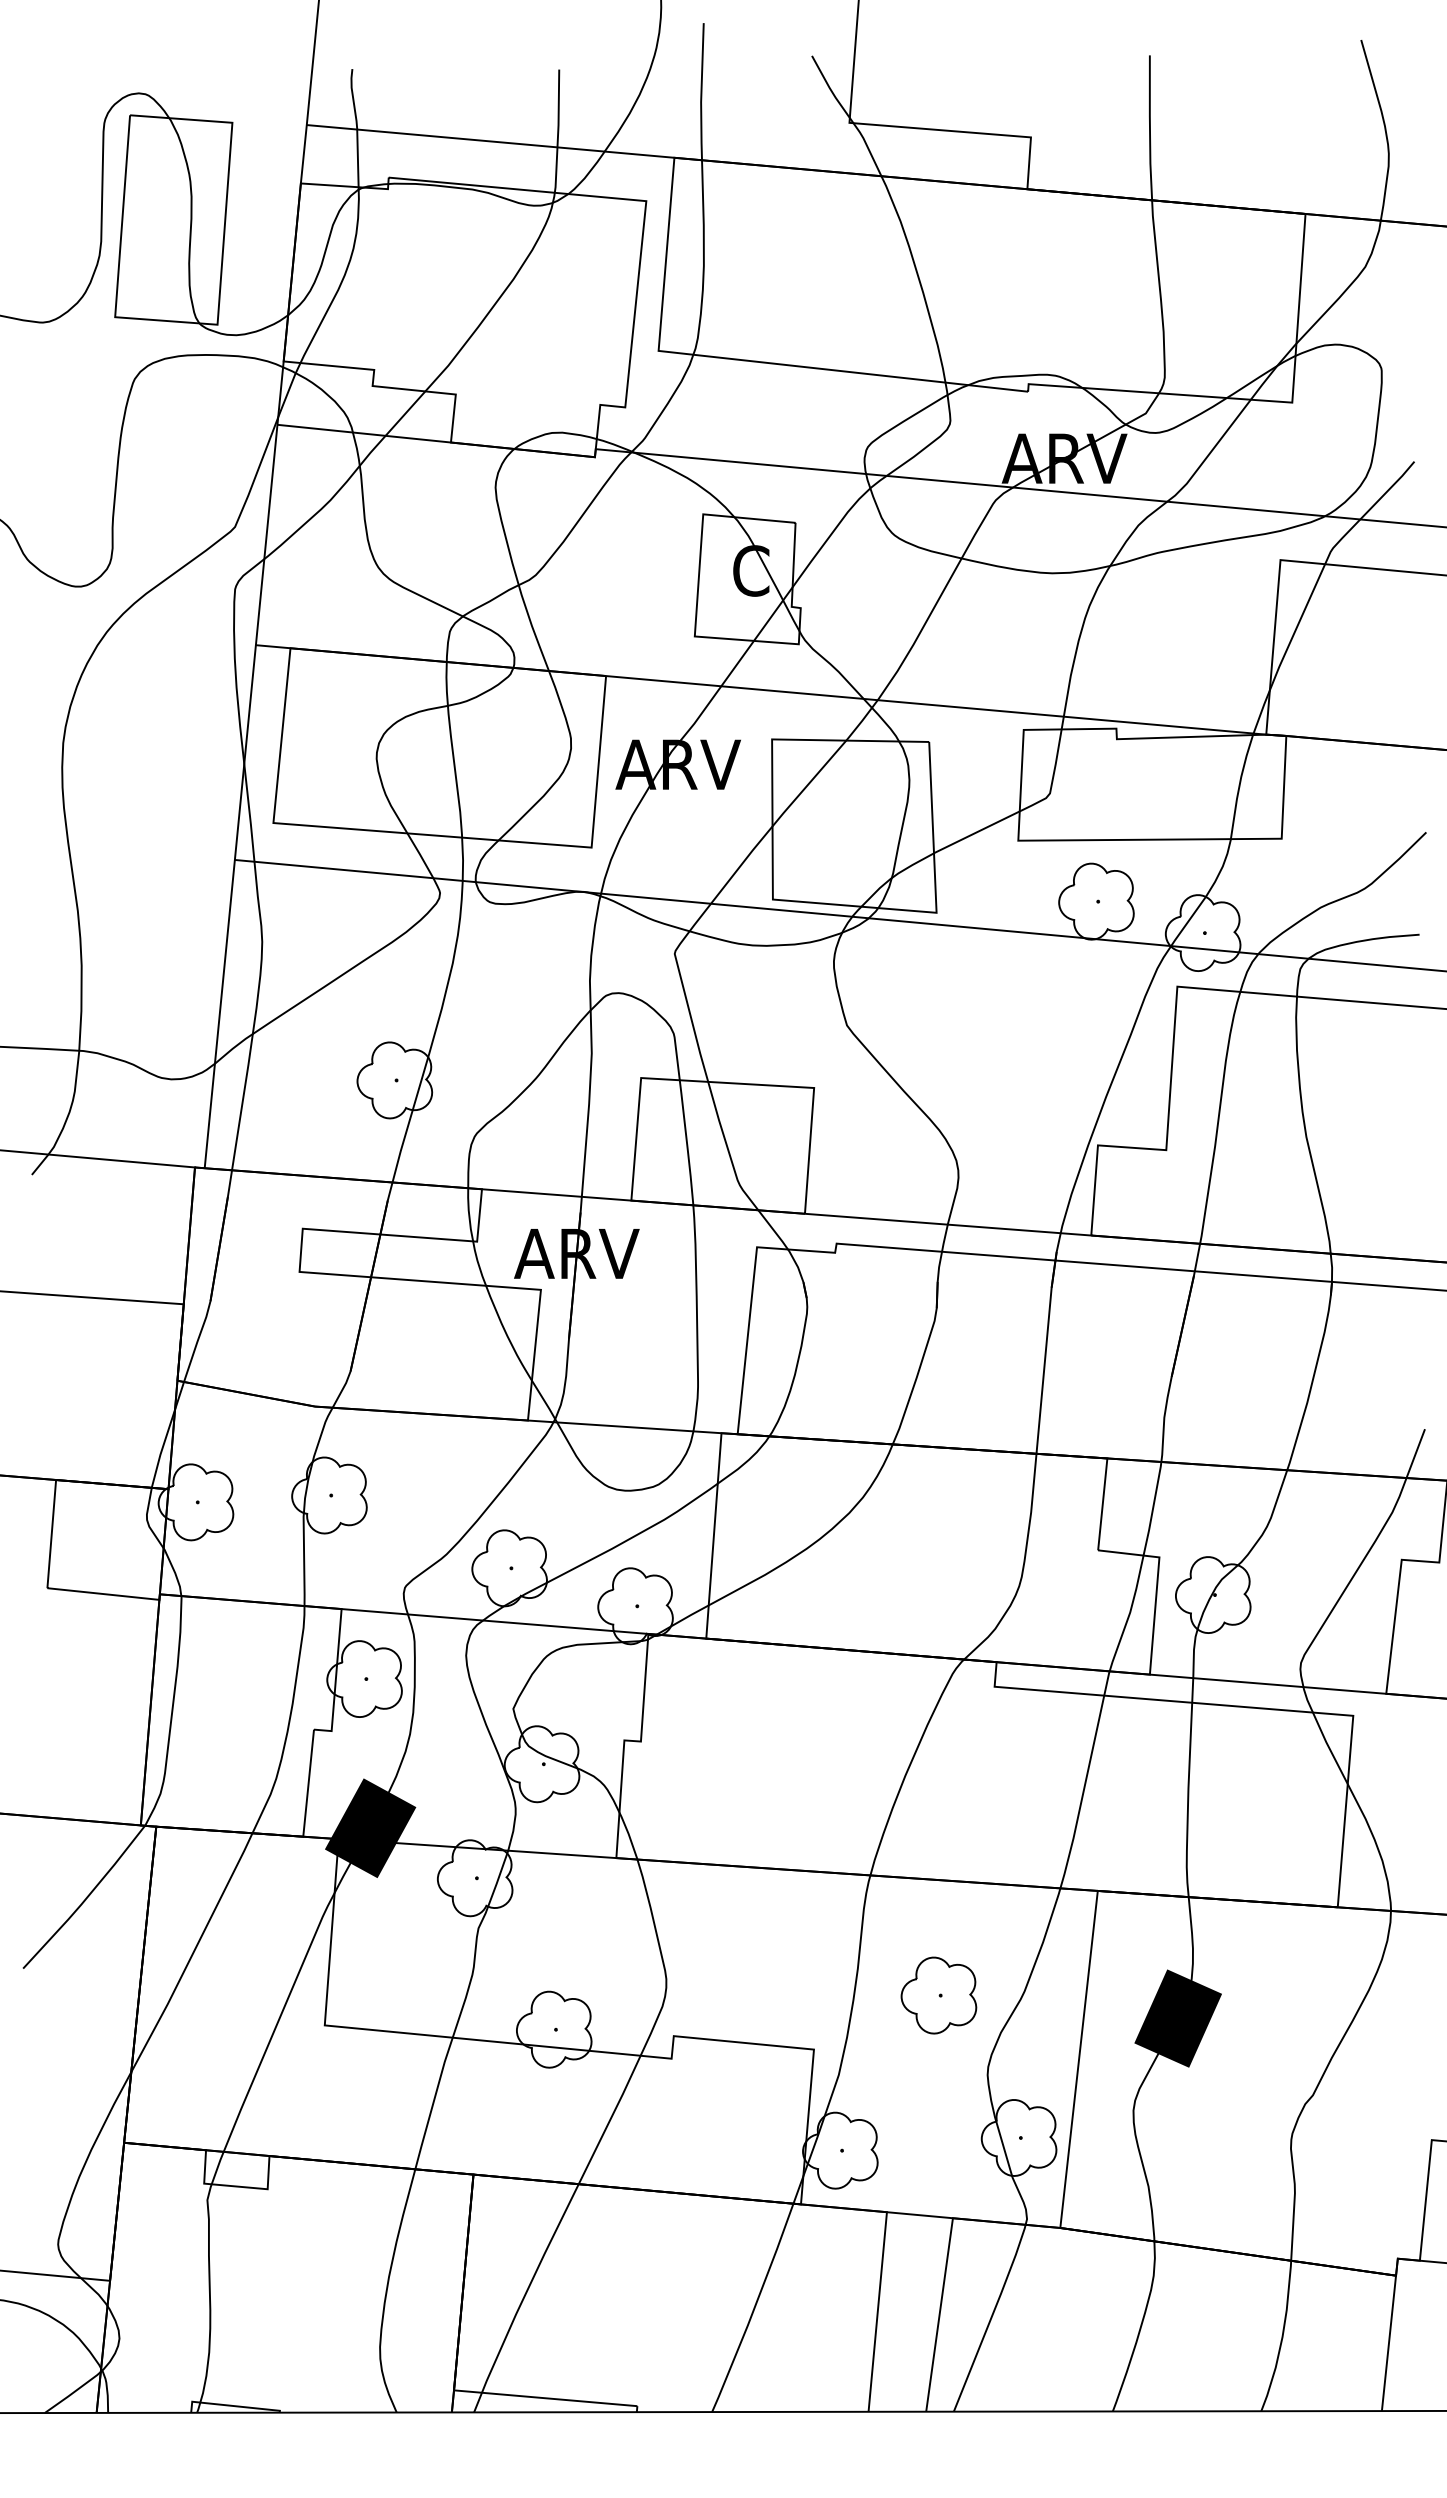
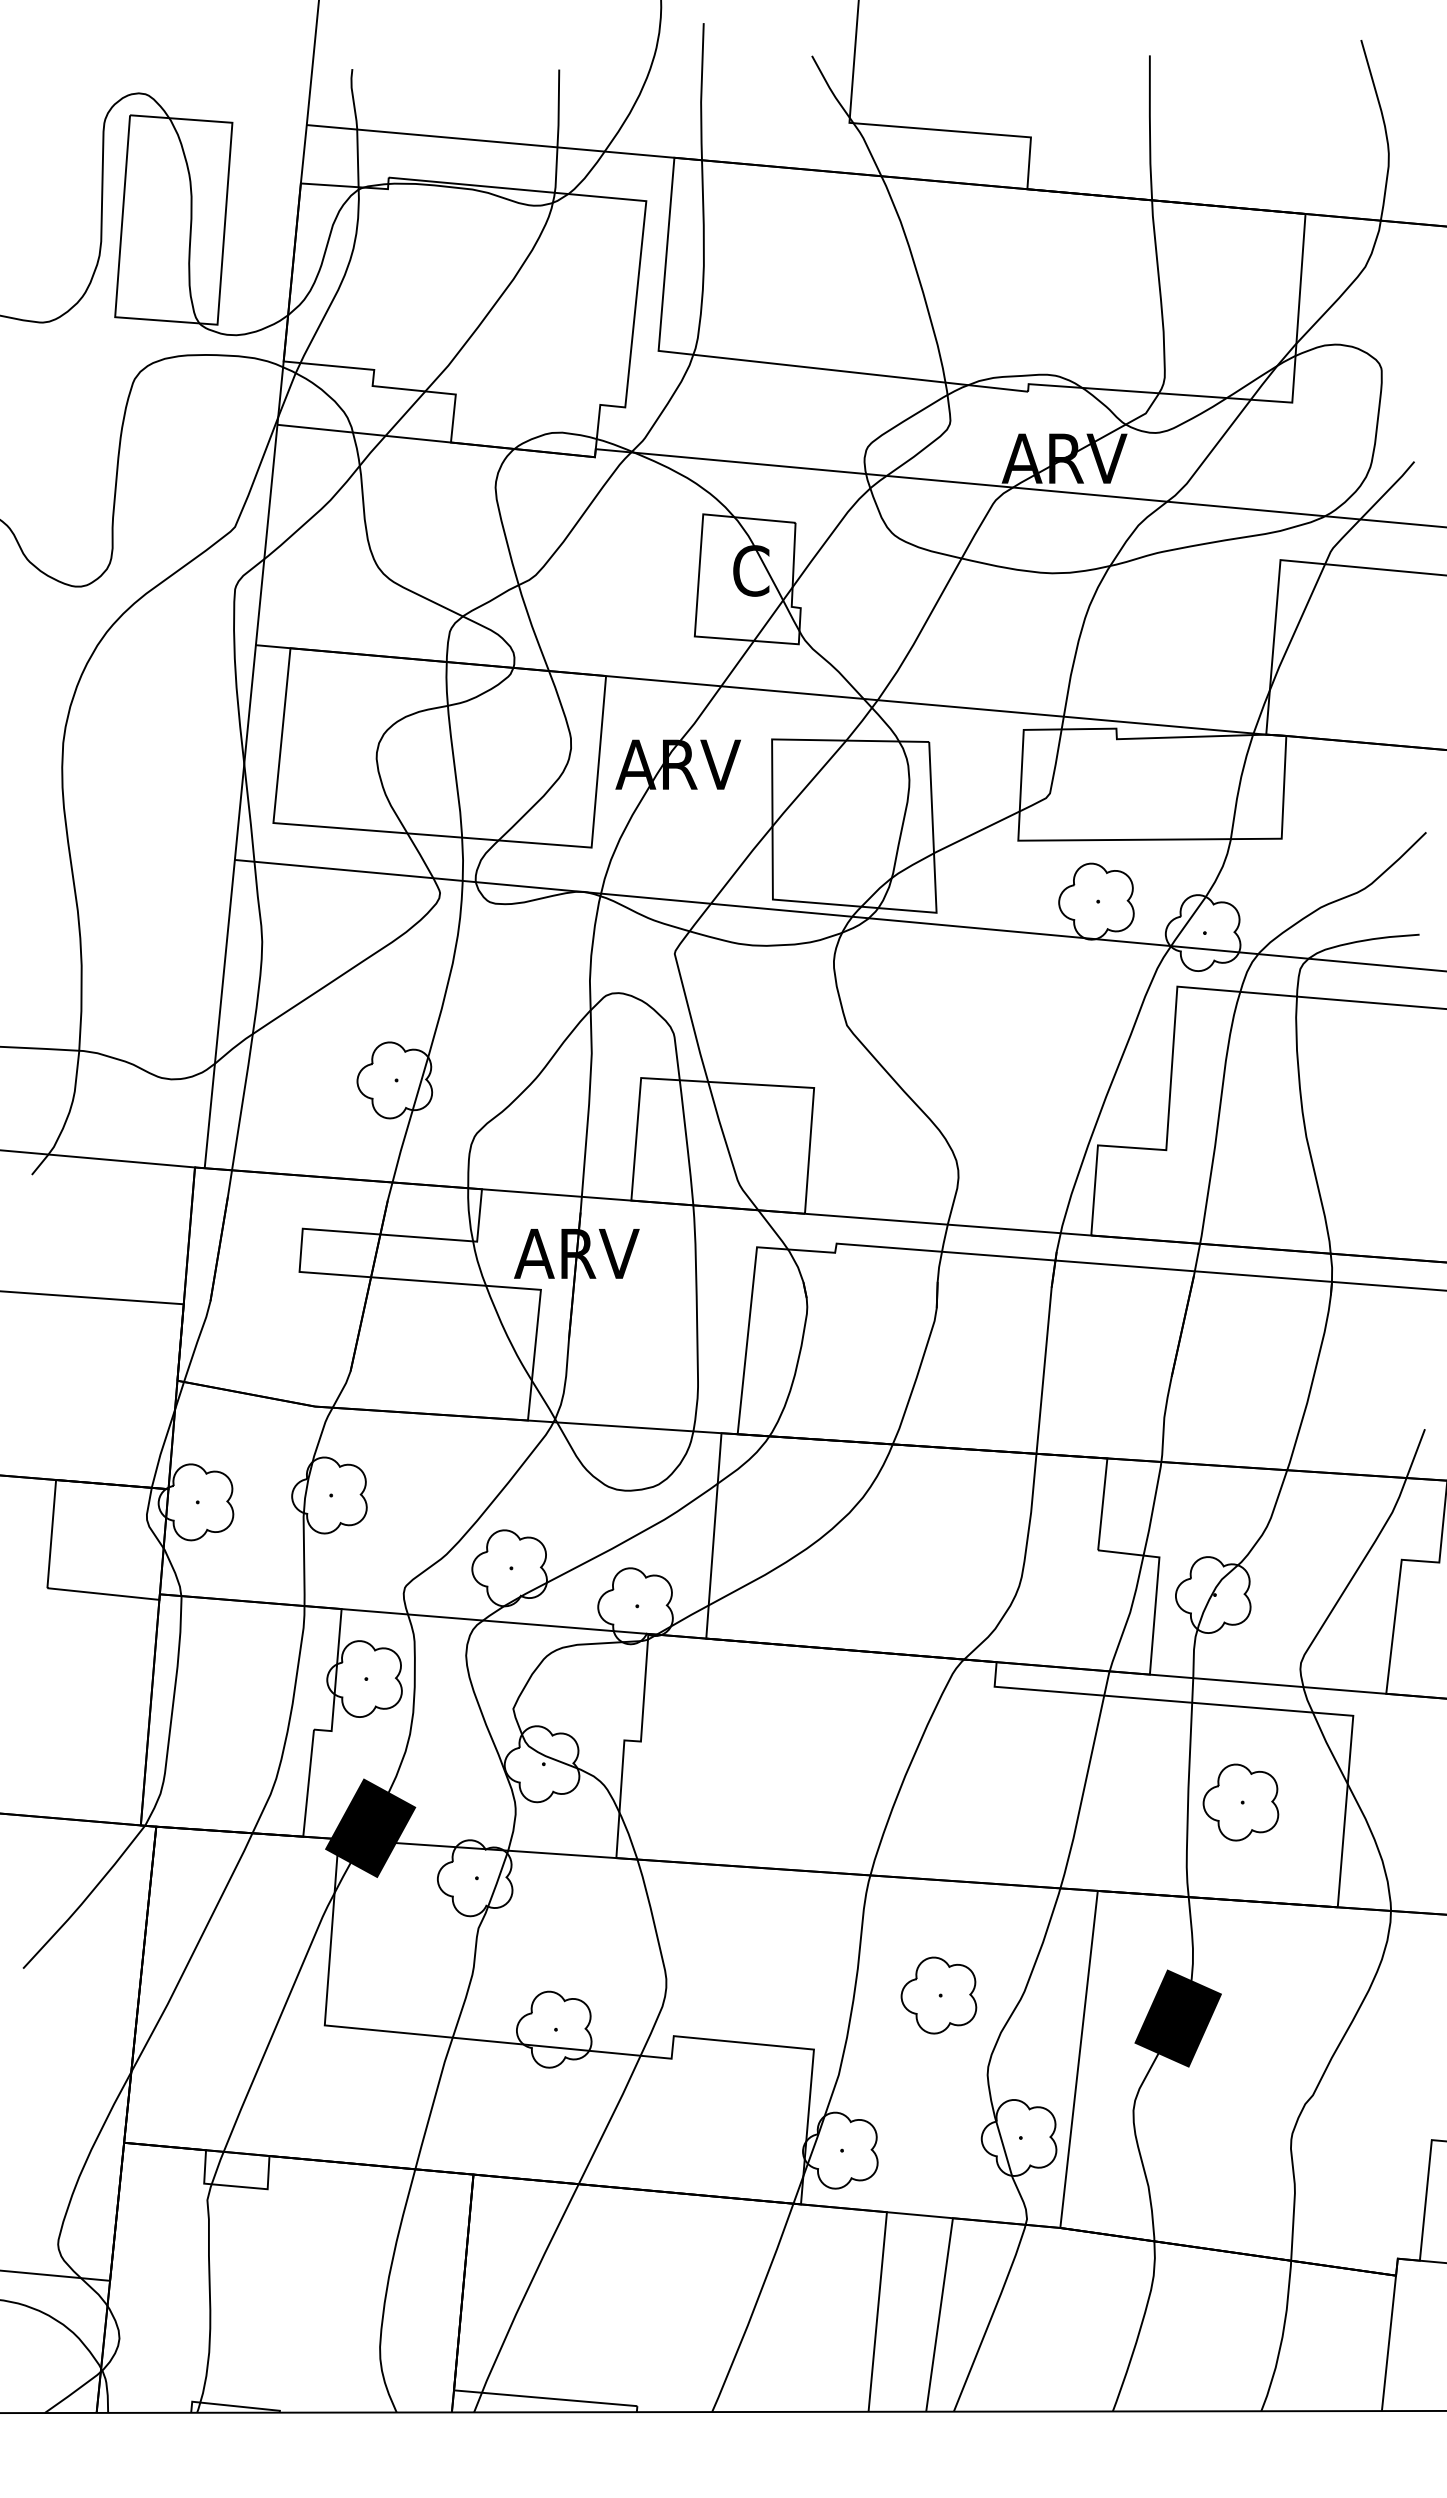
part at (1240, 1802): none -> present
